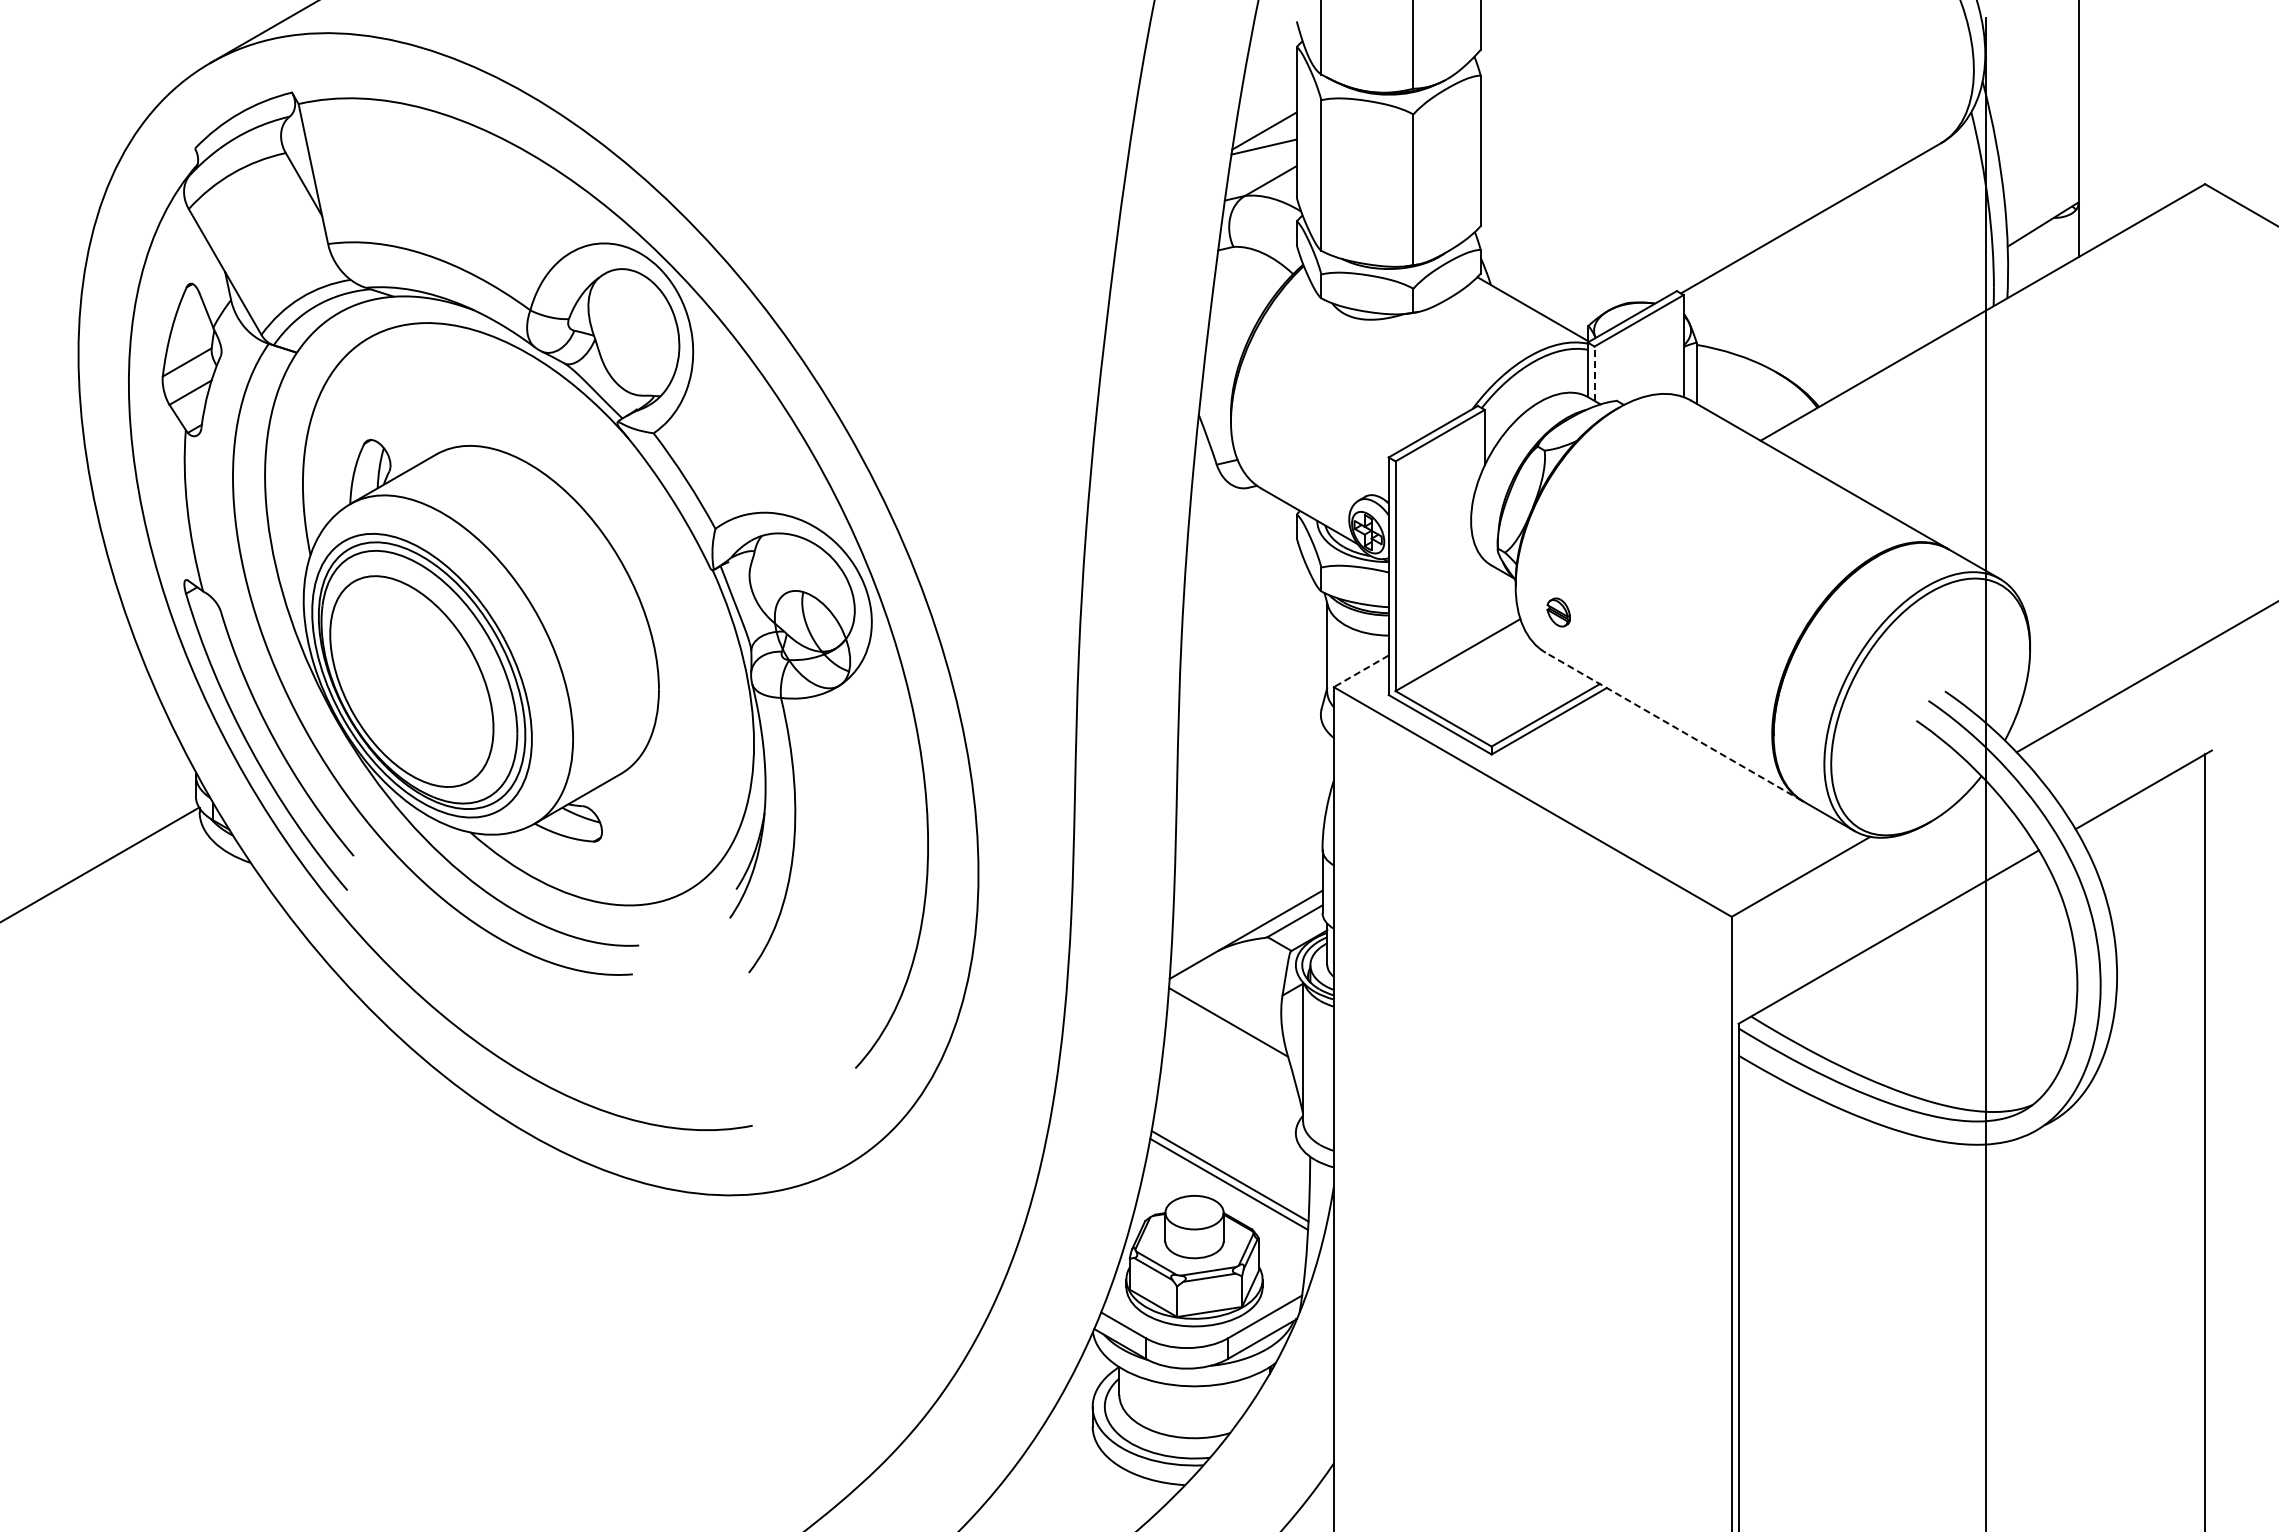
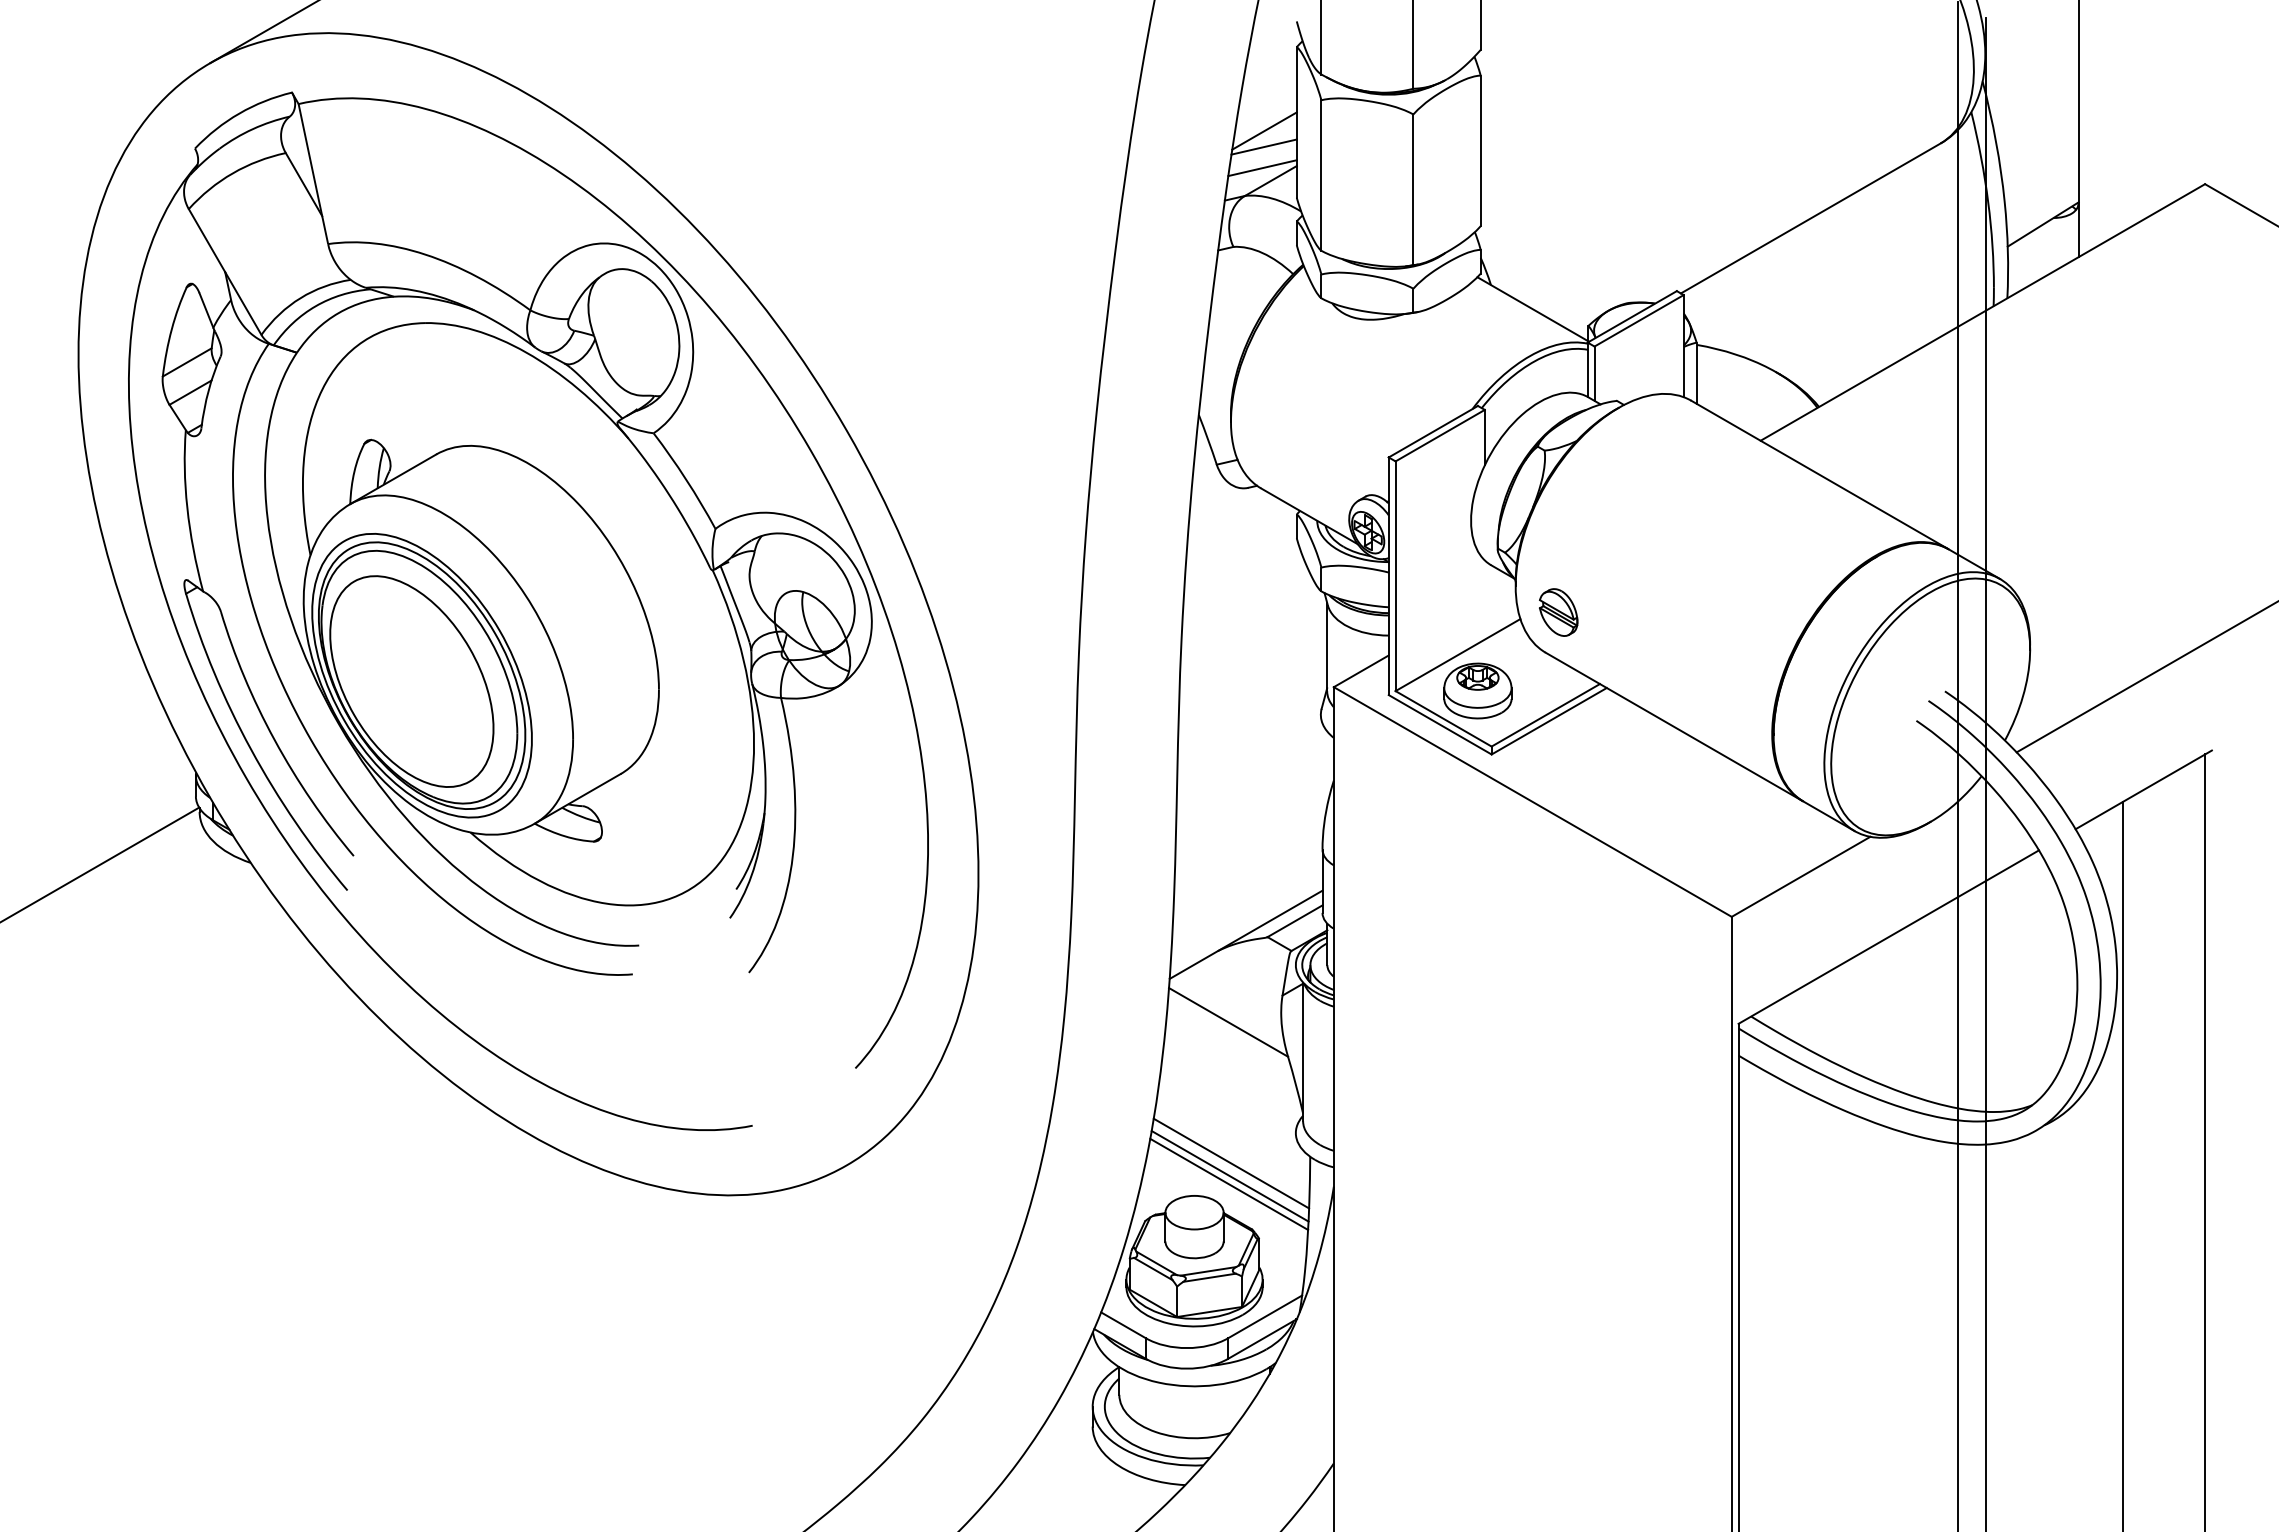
line at (1262, 168): none -> present
line at (1594, 373): dashed -> solid
part at (1558, 612) size: 25x31 px -> 40x49 px
line at (1361, 671): dashed -> solid
part at (1477, 690): none -> present
line at (1673, 726): dashed -> solid
line at (1958, 765): none -> present
line at (1231, 1163): none -> present
line at (2122, 1165): none -> present
